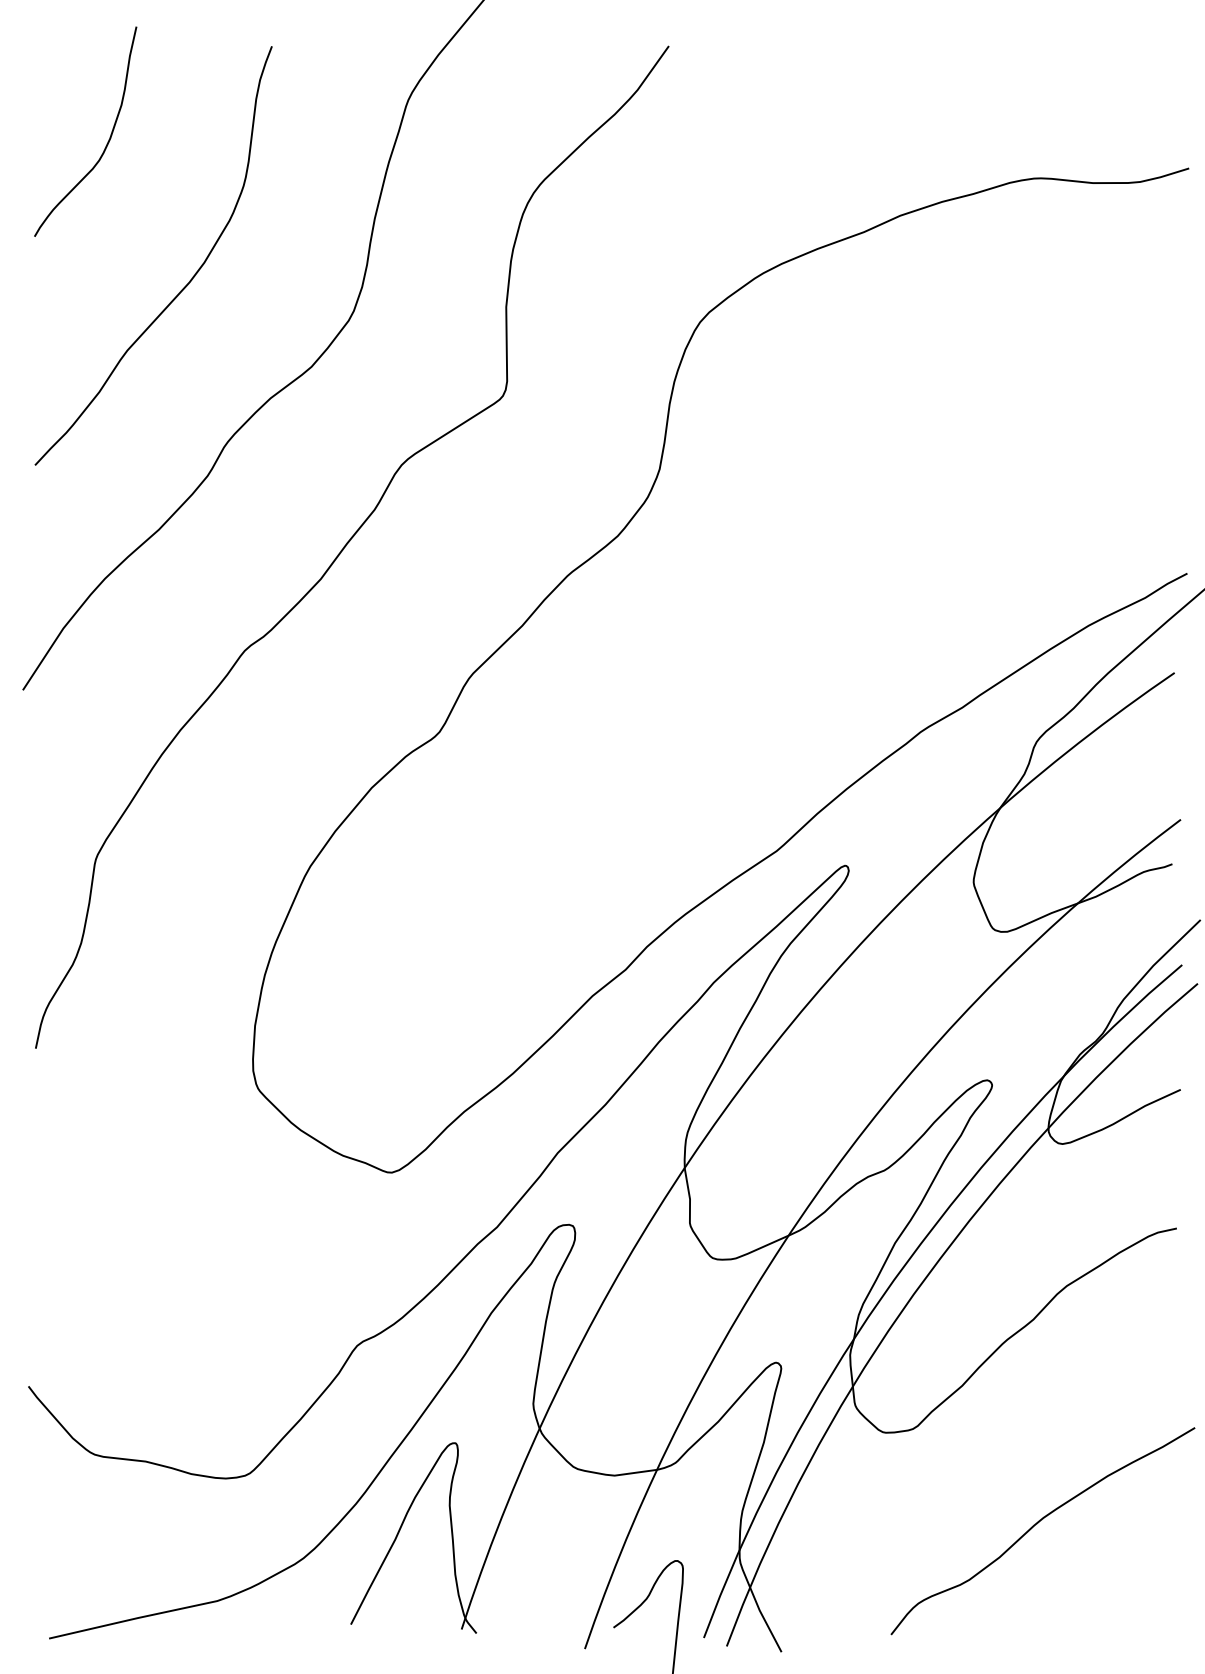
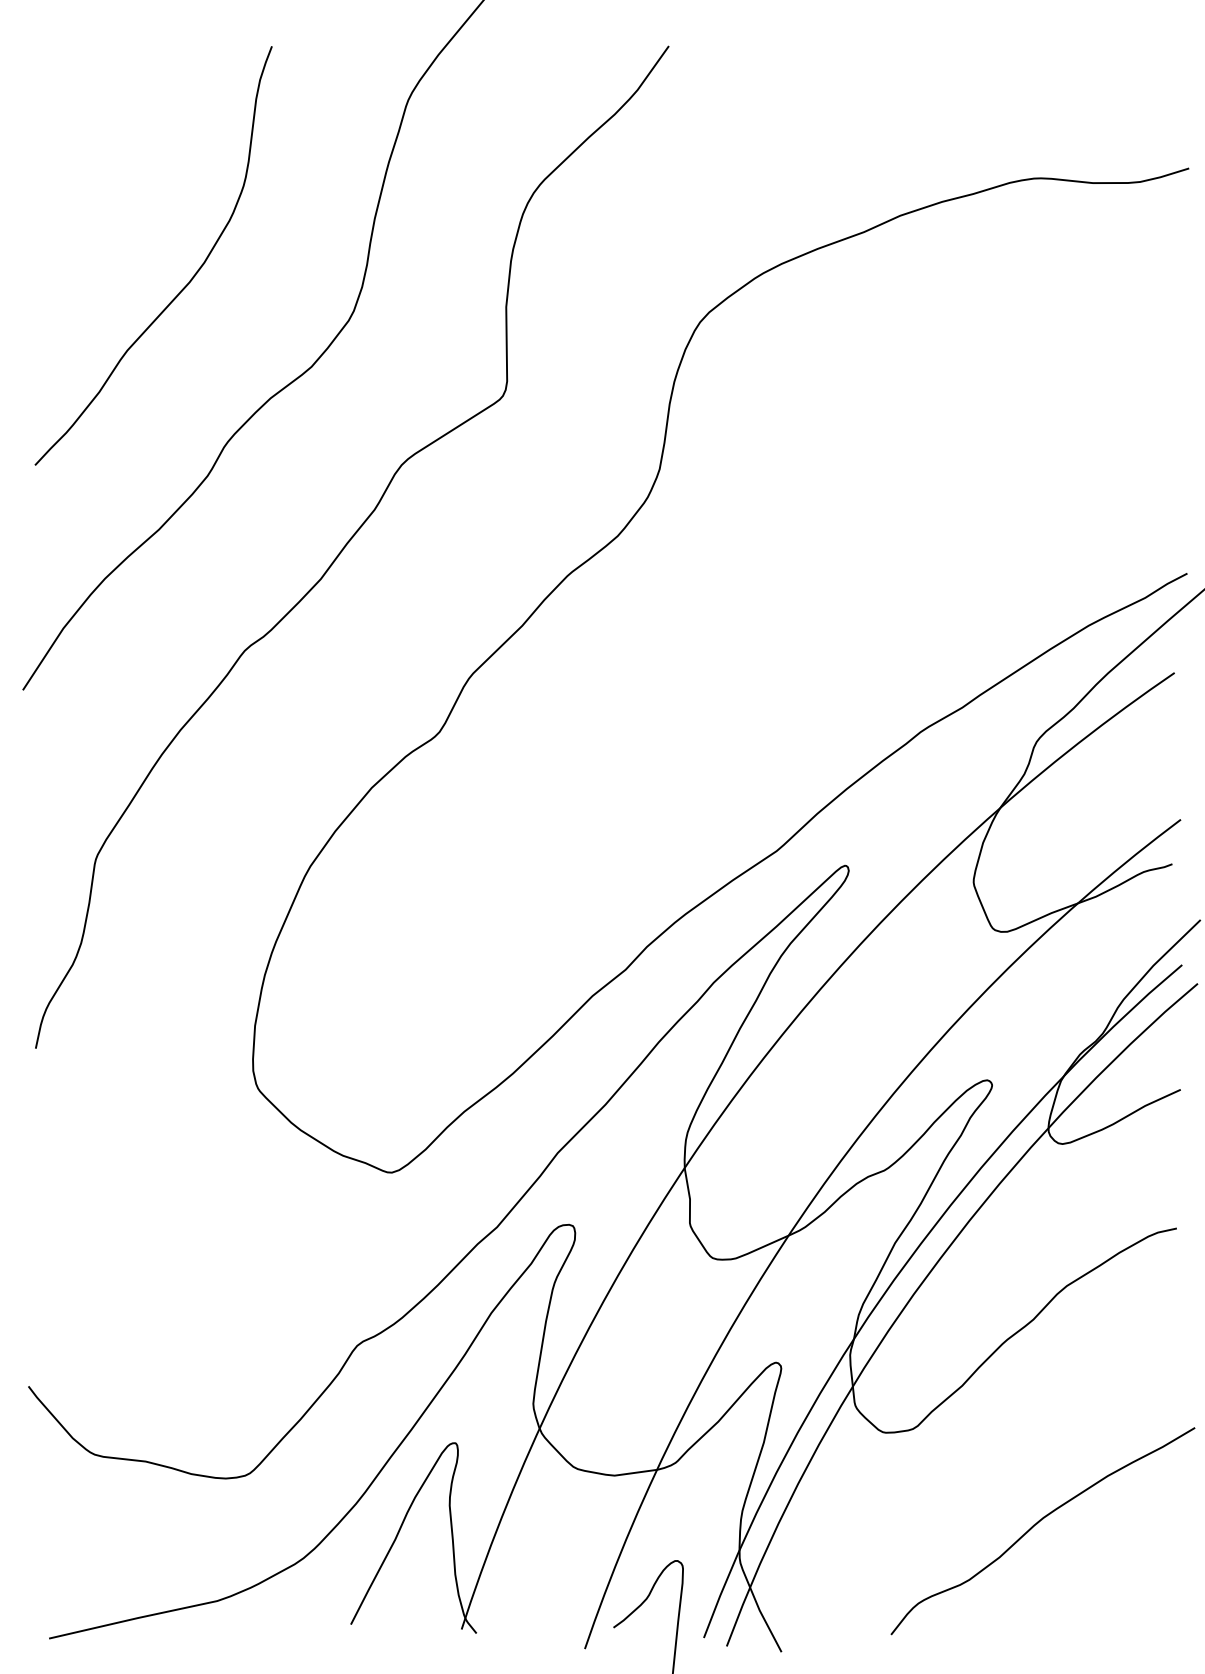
curve at (107, 141): present -> none
